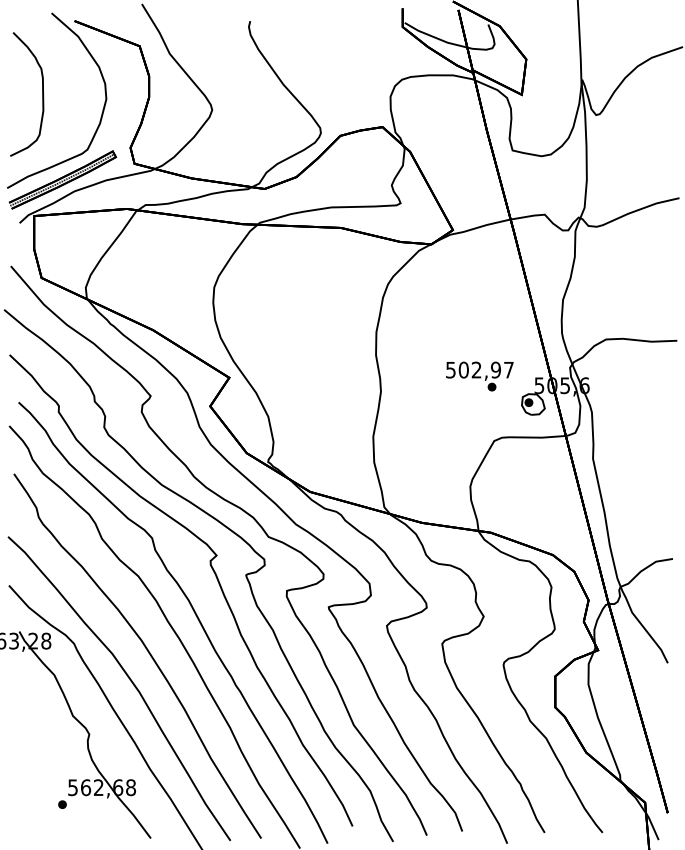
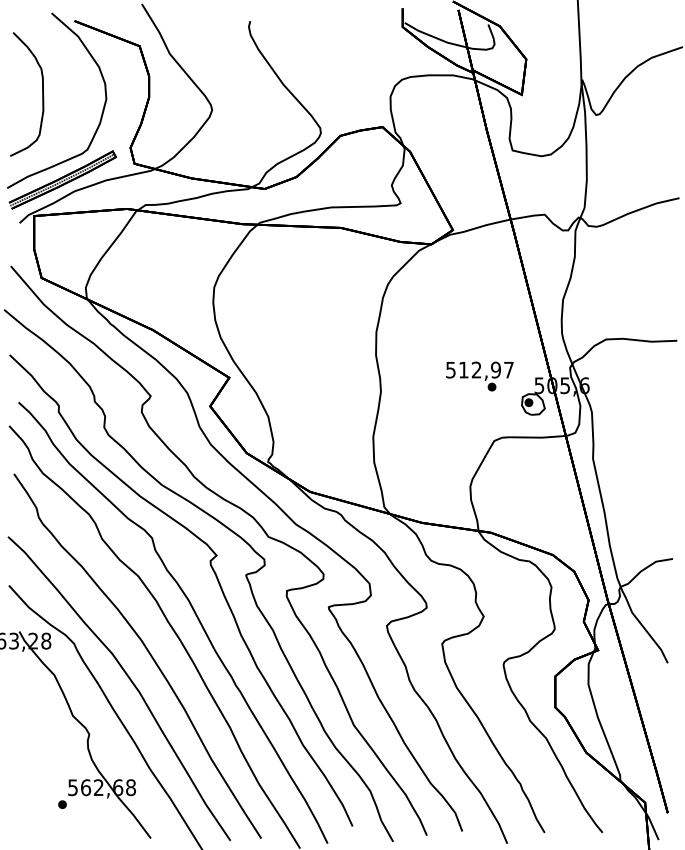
text at (463, 369): 502,97 -> 512,97
